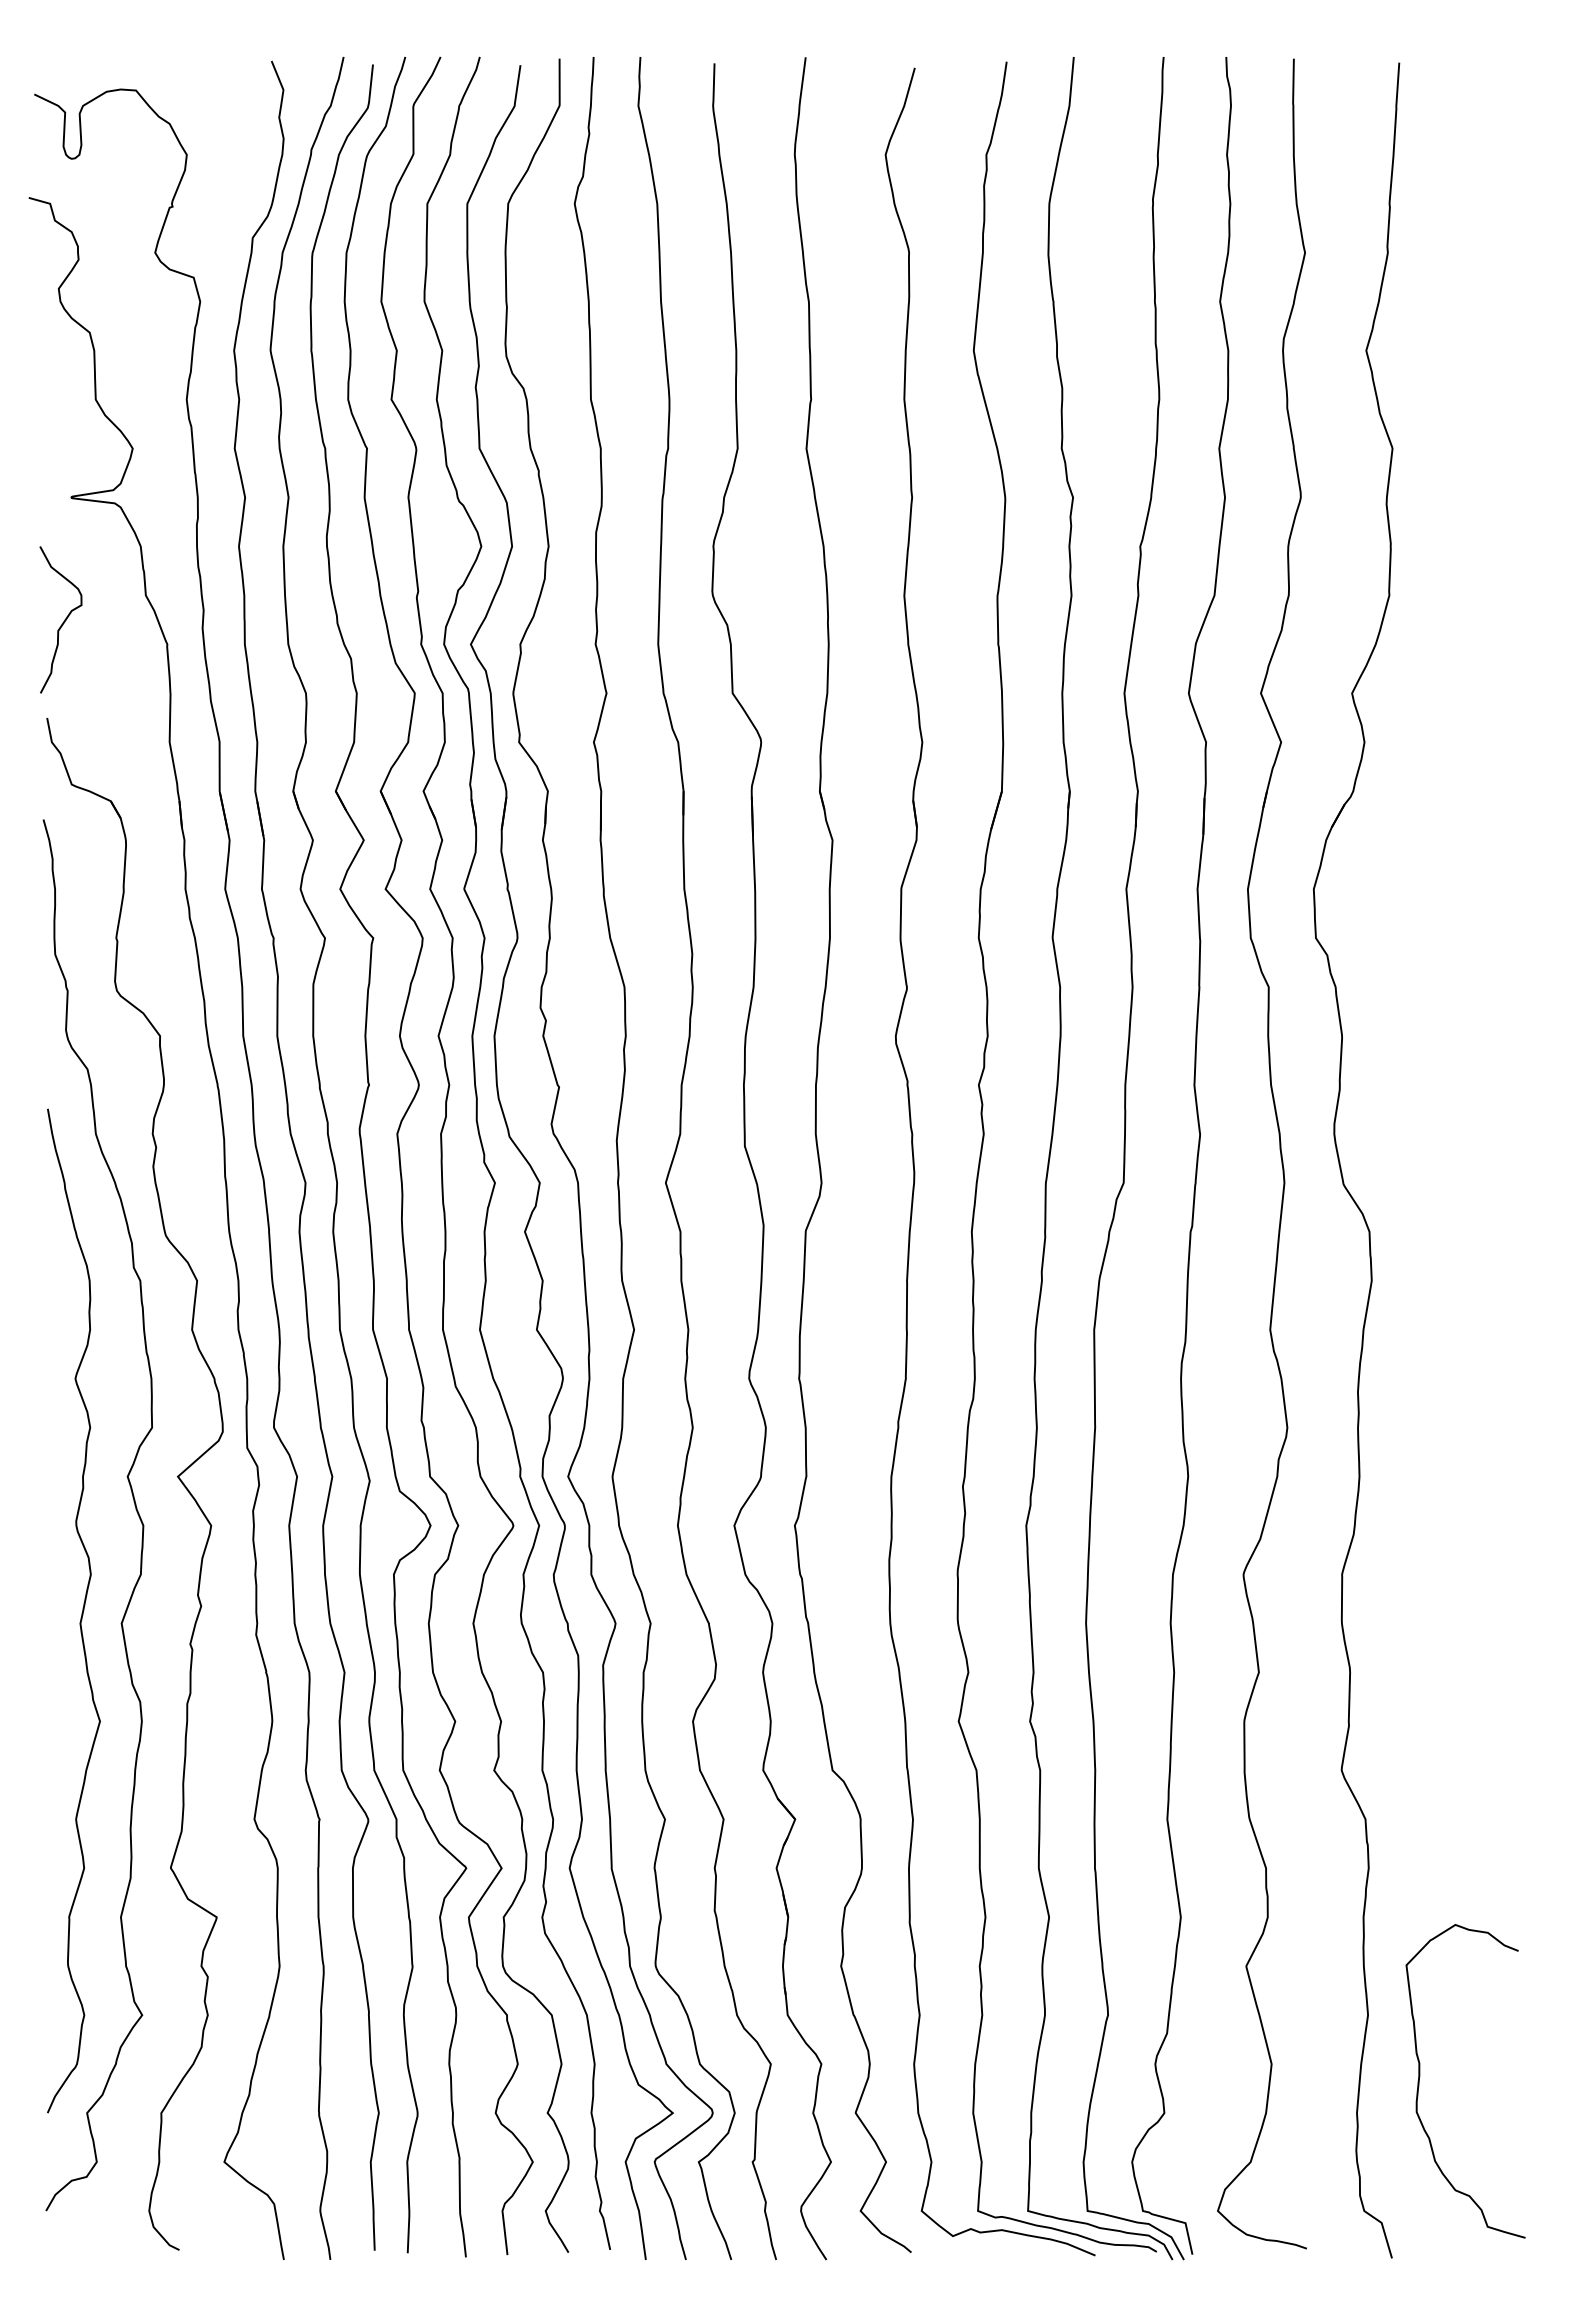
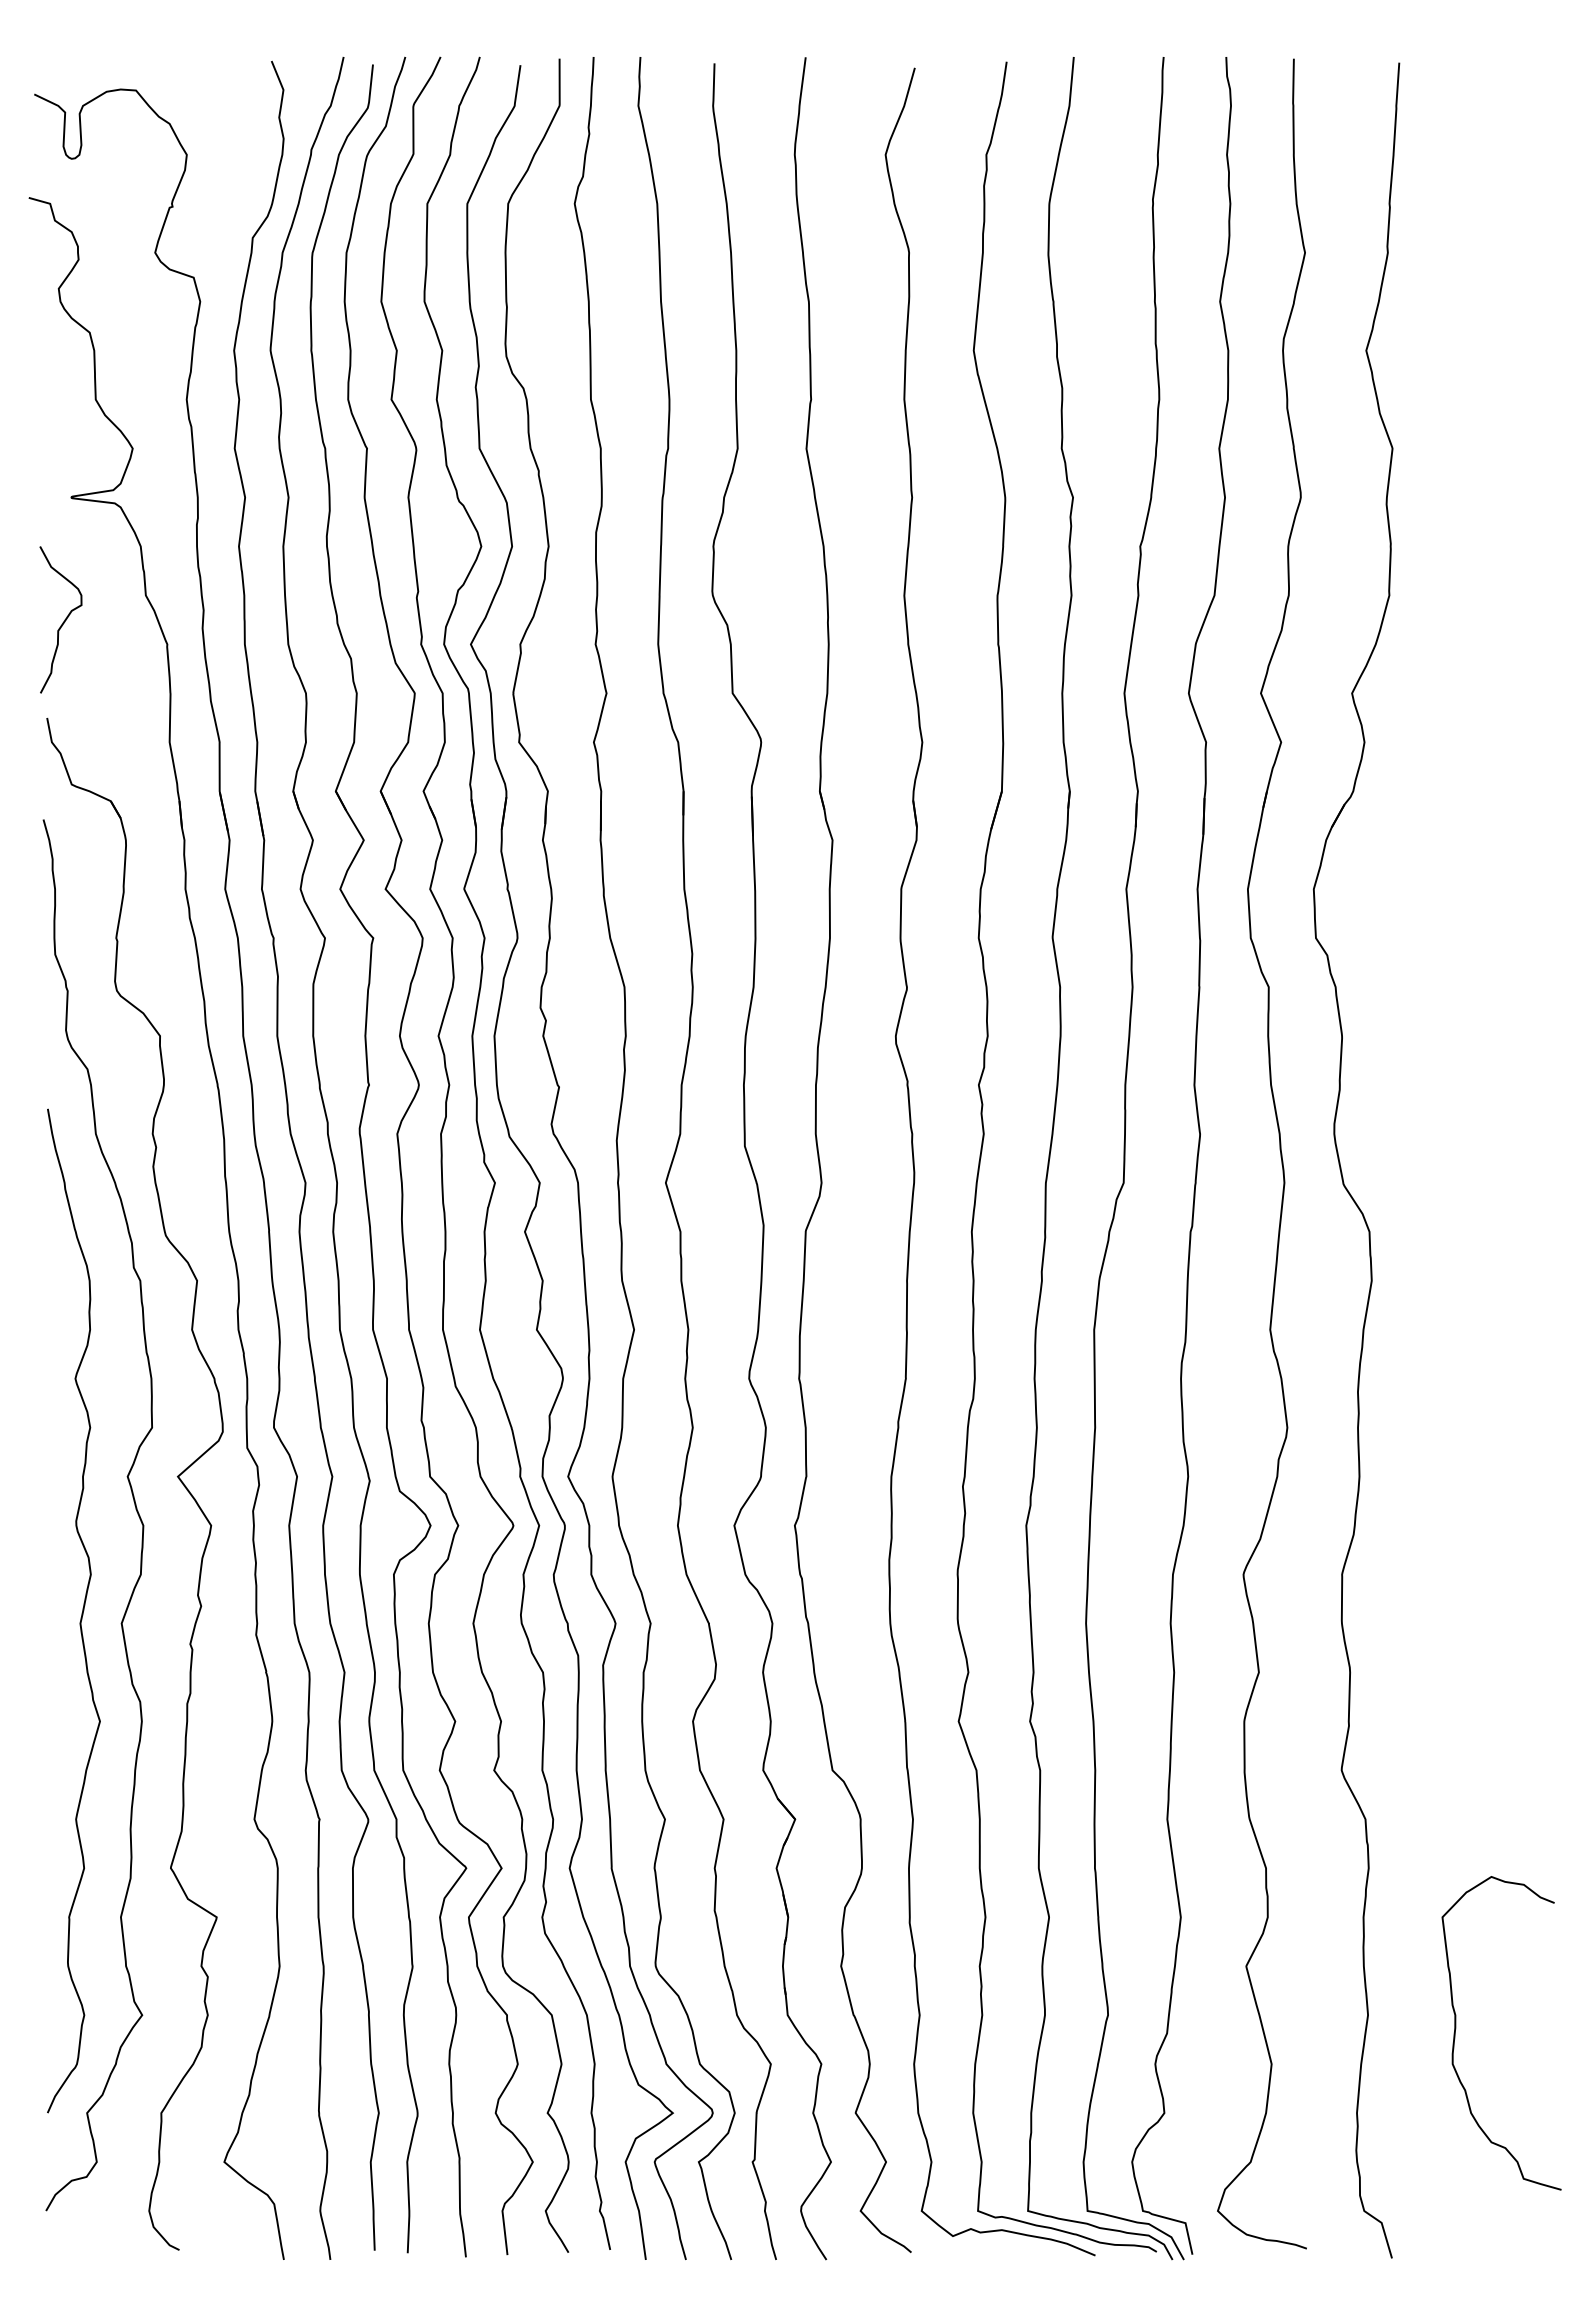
curve at (1420, 2076) position: (1420, 2076) -> (1456, 2028)
